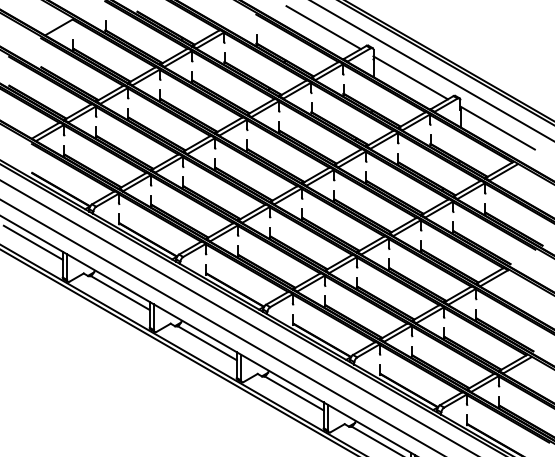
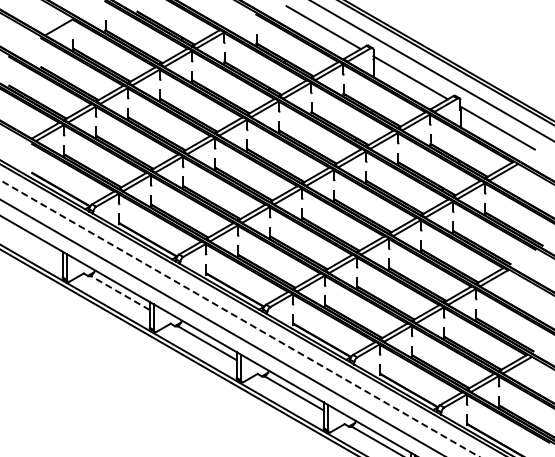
line at (32, 242): present -> none
line at (119, 292): solid -> dashed
line at (239, 318): solid -> dashed
